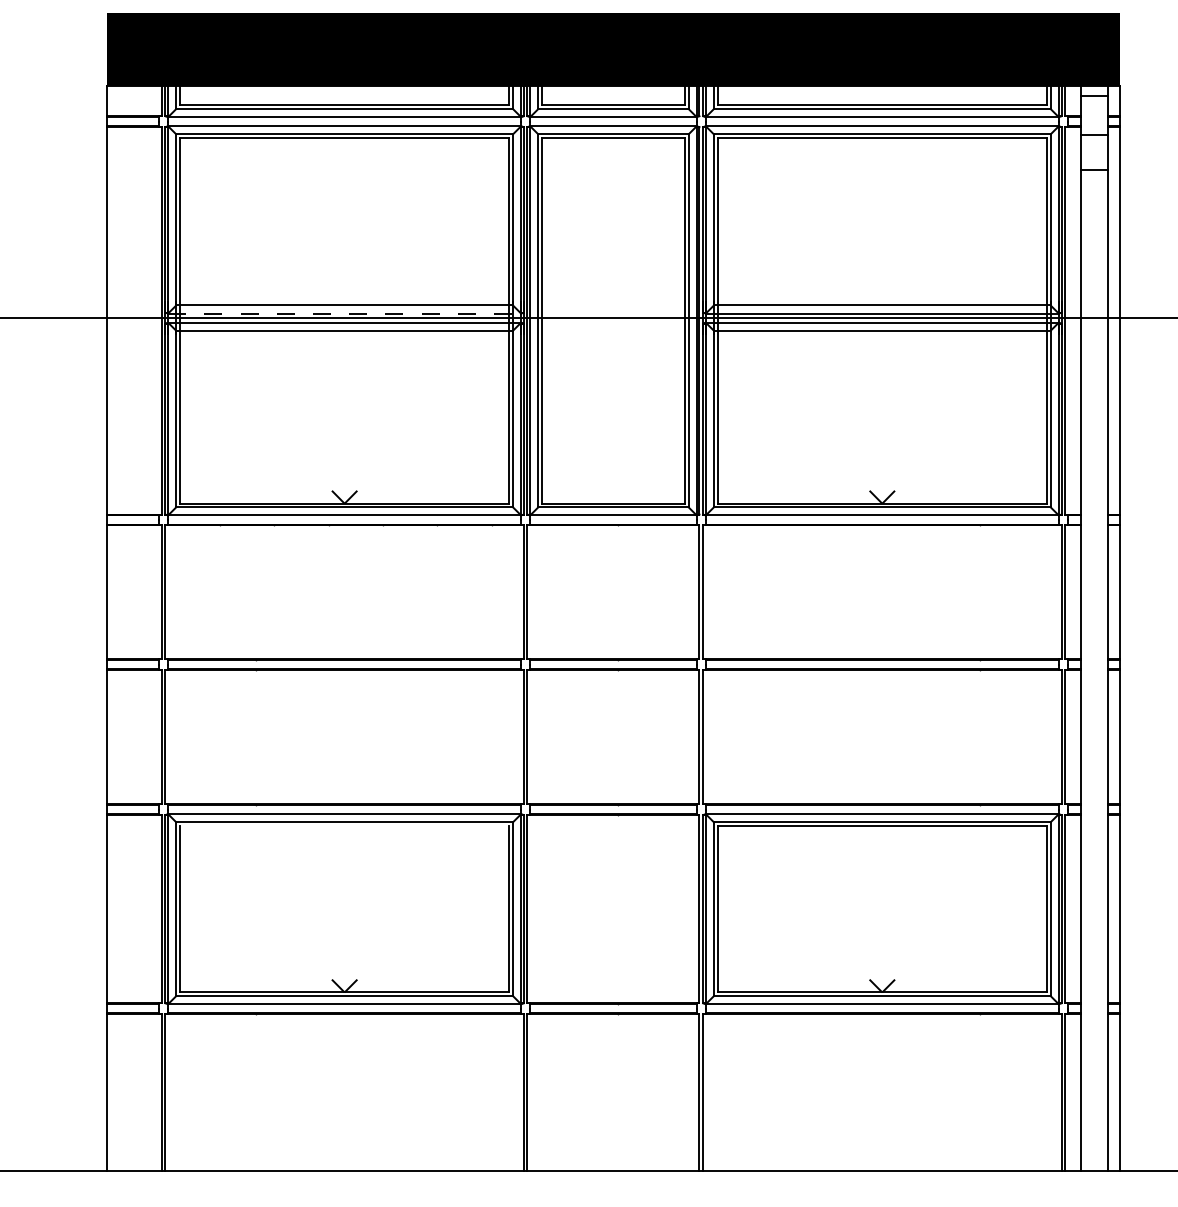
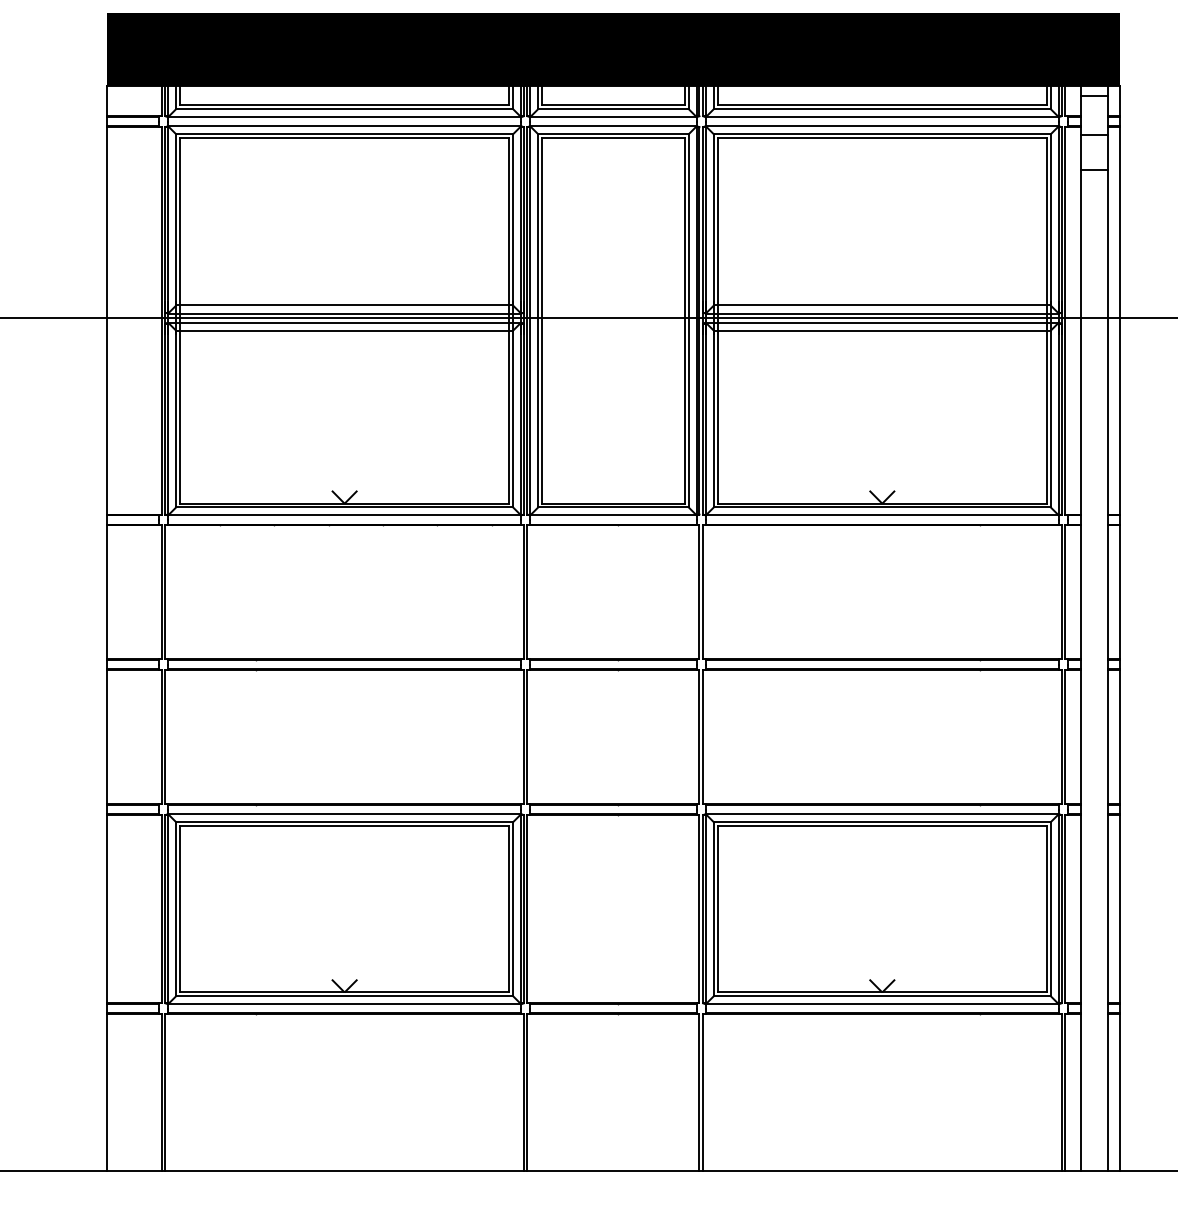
line at (344, 313): dashed -> solid
line at (344, 825): none -> present
